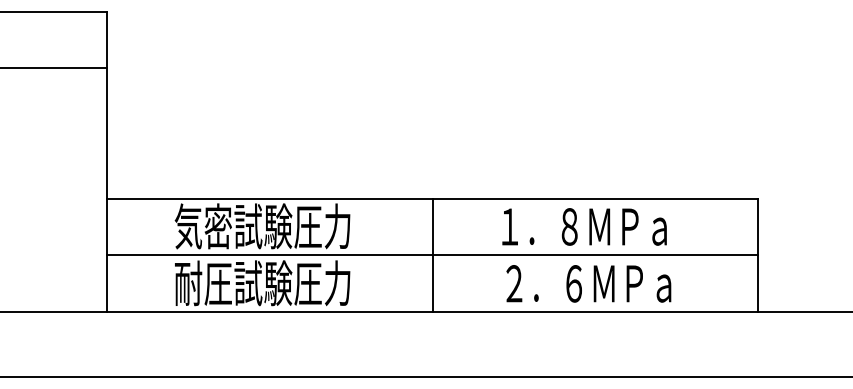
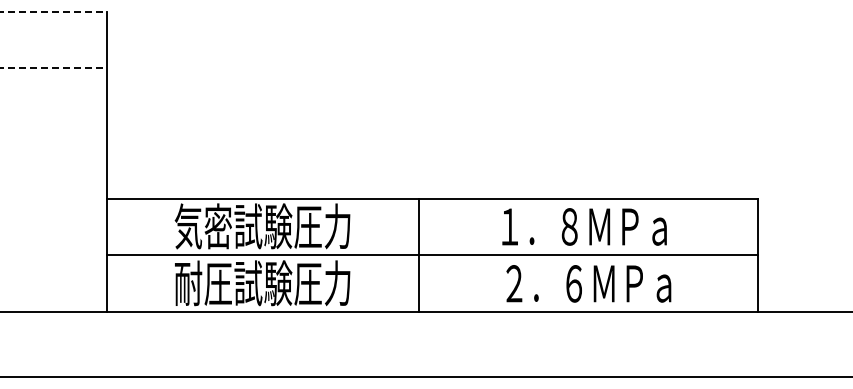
line at (54, 11): solid -> dashed
line at (54, 68): solid -> dashed
line at (432, 255) position: (432, 255) -> (418, 255)
